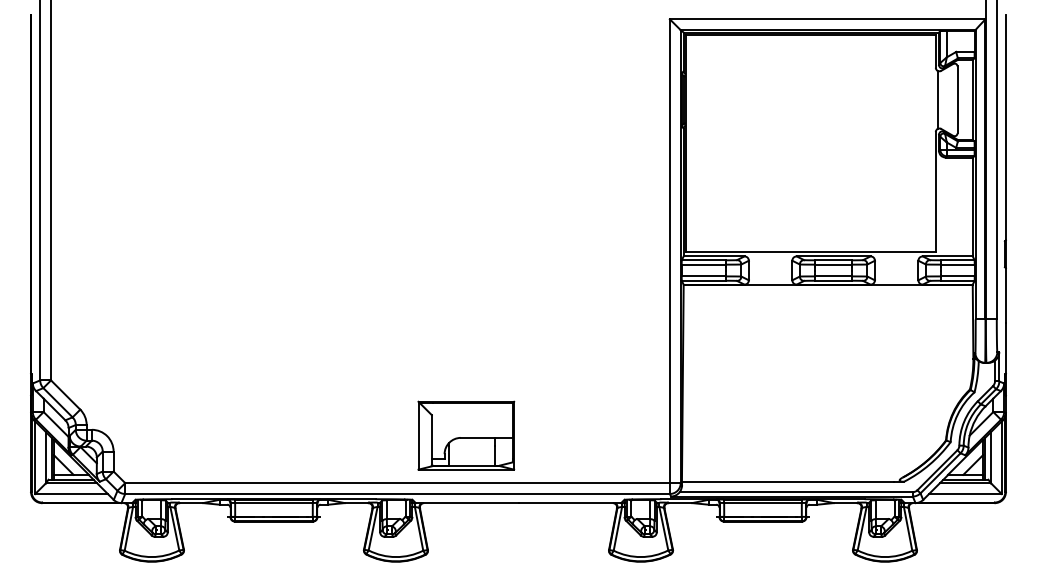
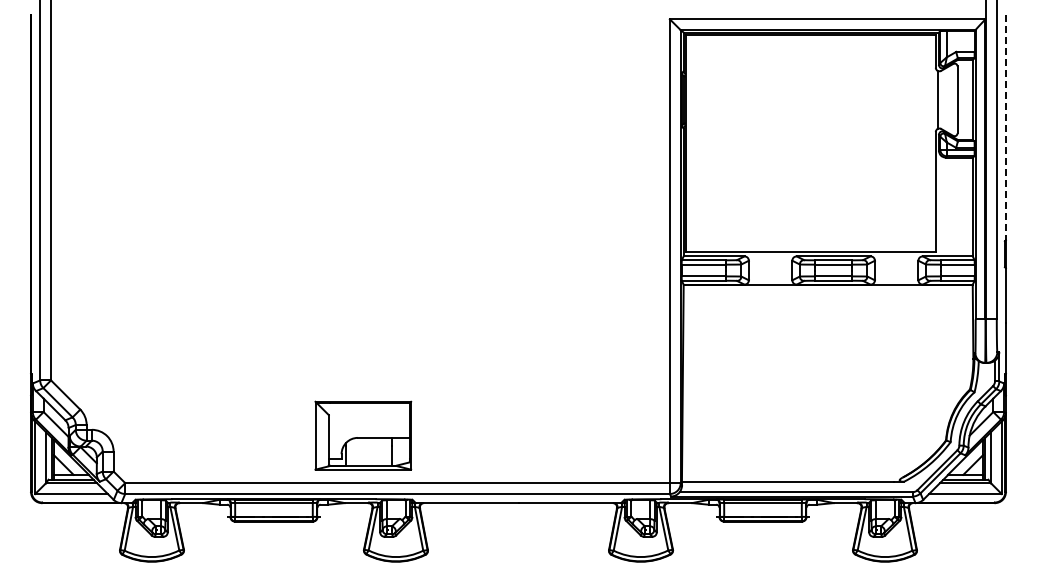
line at (1005, 127): solid -> dashed
part at (466, 435) position: (466, 435) -> (363, 435)
